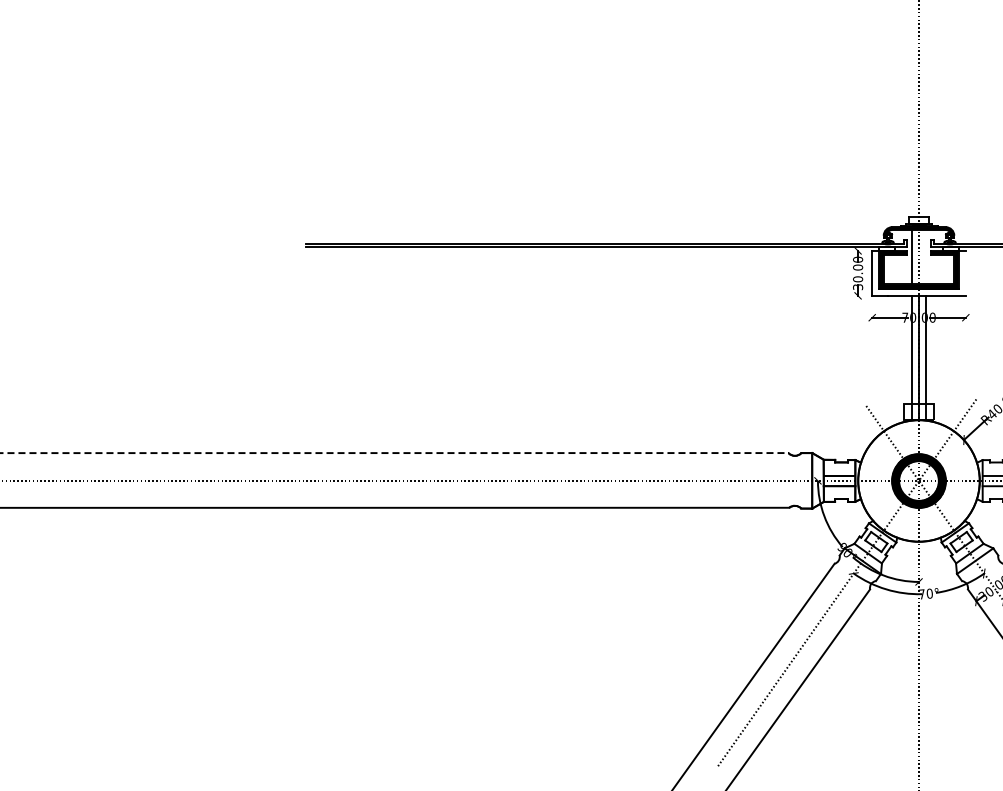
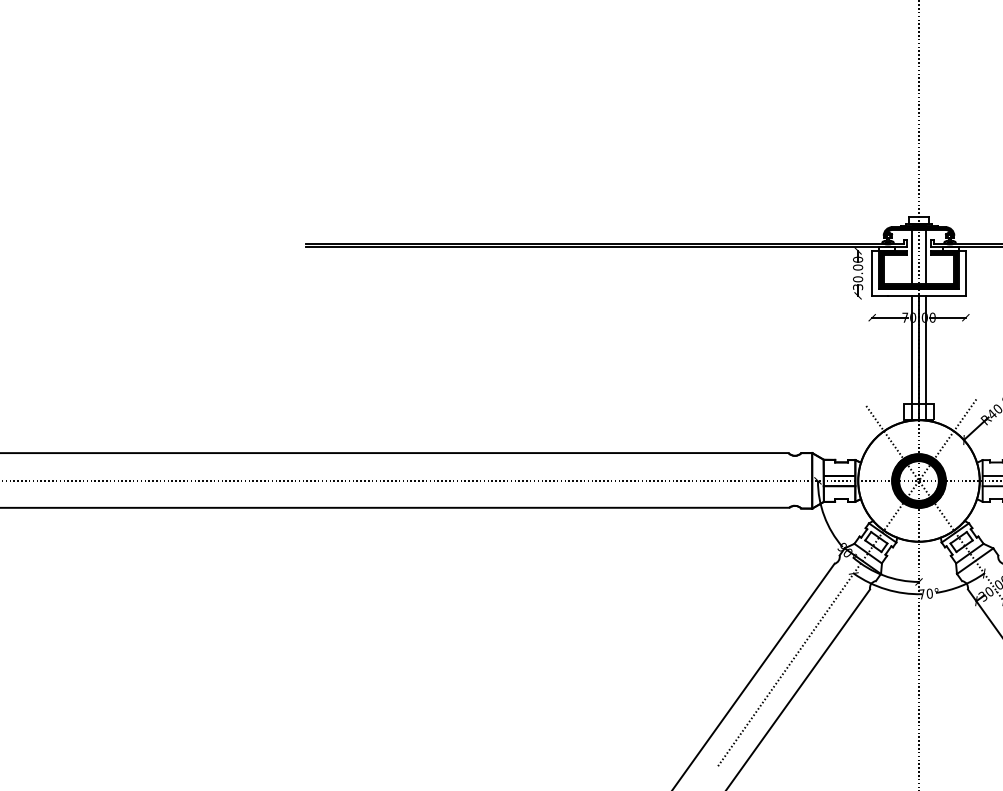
line at (926, 257): none -> present
line at (965, 272): none -> present
line at (394, 453): dashed -> solid
